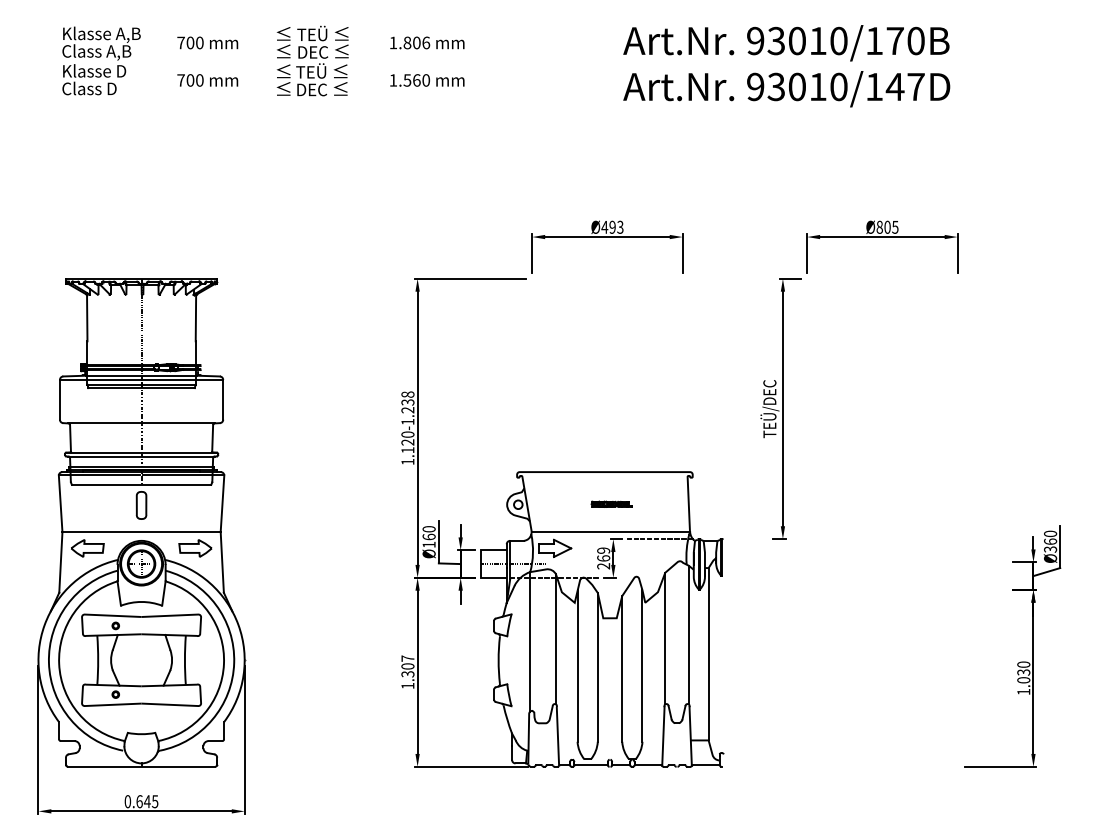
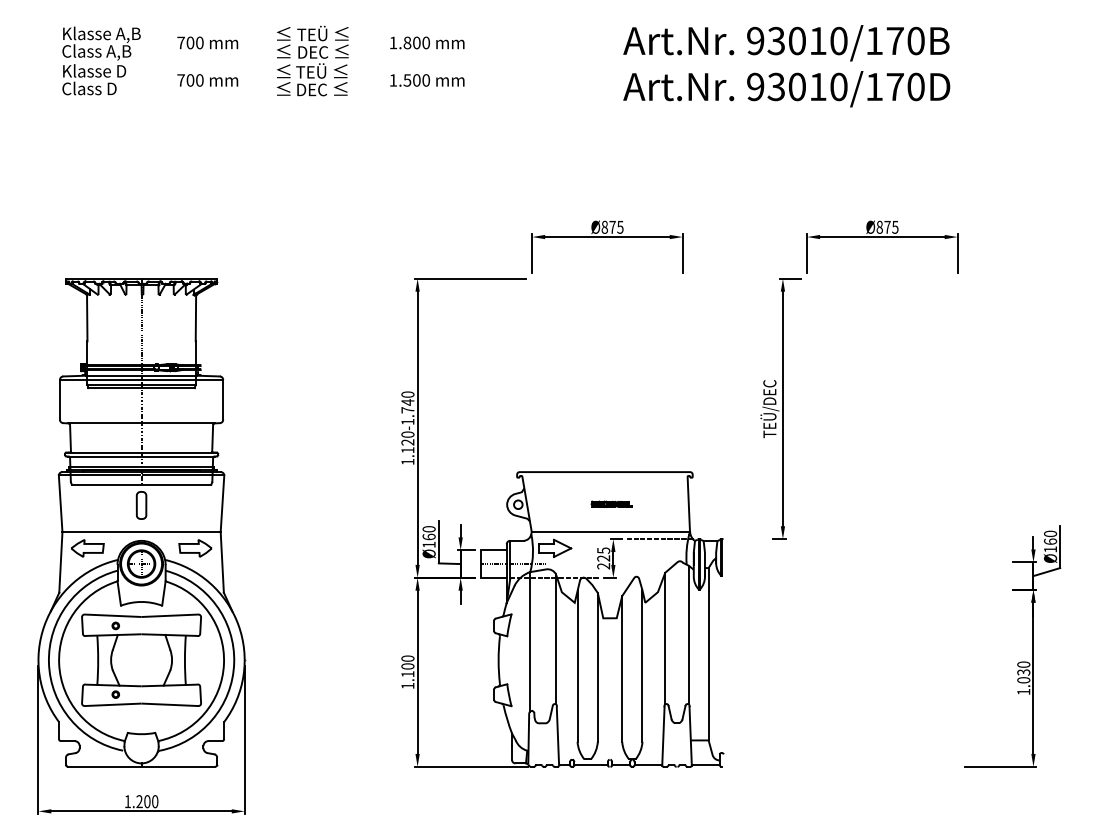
text at (426, 42): 1.806 -> 1.800
text at (416, 80): 1.560 -> 1.500
text at (904, 86): 93010/147D -> 93010/170D
text at (612, 226): Ø493 -> Ø875
text at (887, 226): Ø805 -> Ø875
text at (407, 402): 1.120-1.238 -> 1.120-1.740
text at (1050, 549): Ø360 -> Ø160
text at (603, 554): 269 -> 225
text at (407, 666): 1.307 -> 1.100
text at (141, 801): 0.645 -> 1.200
